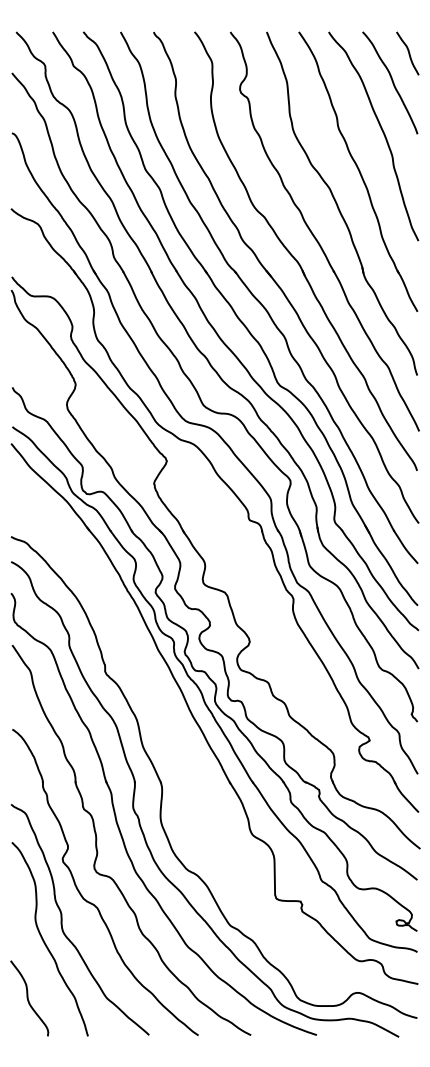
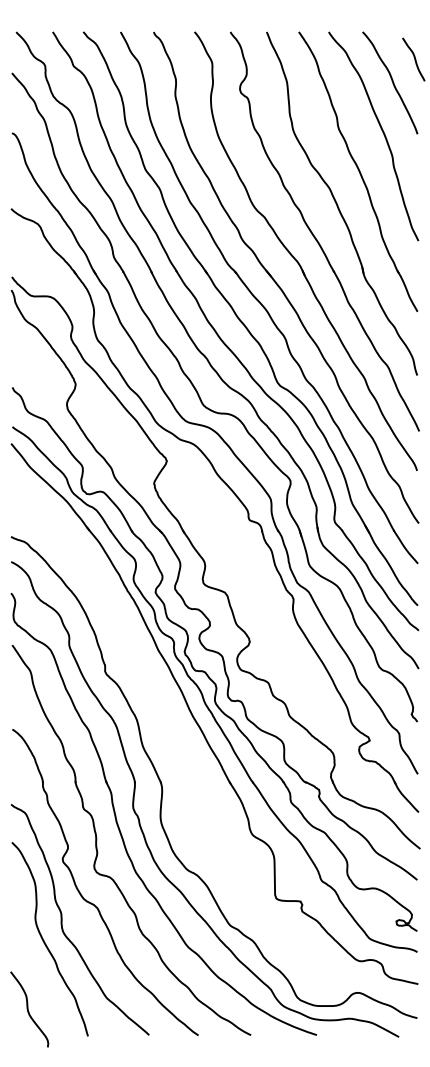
curve at (408, 53) position: (408, 53) -> (414, 59)
curve at (28, 998) position: (28, 998) -> (28, 1009)
